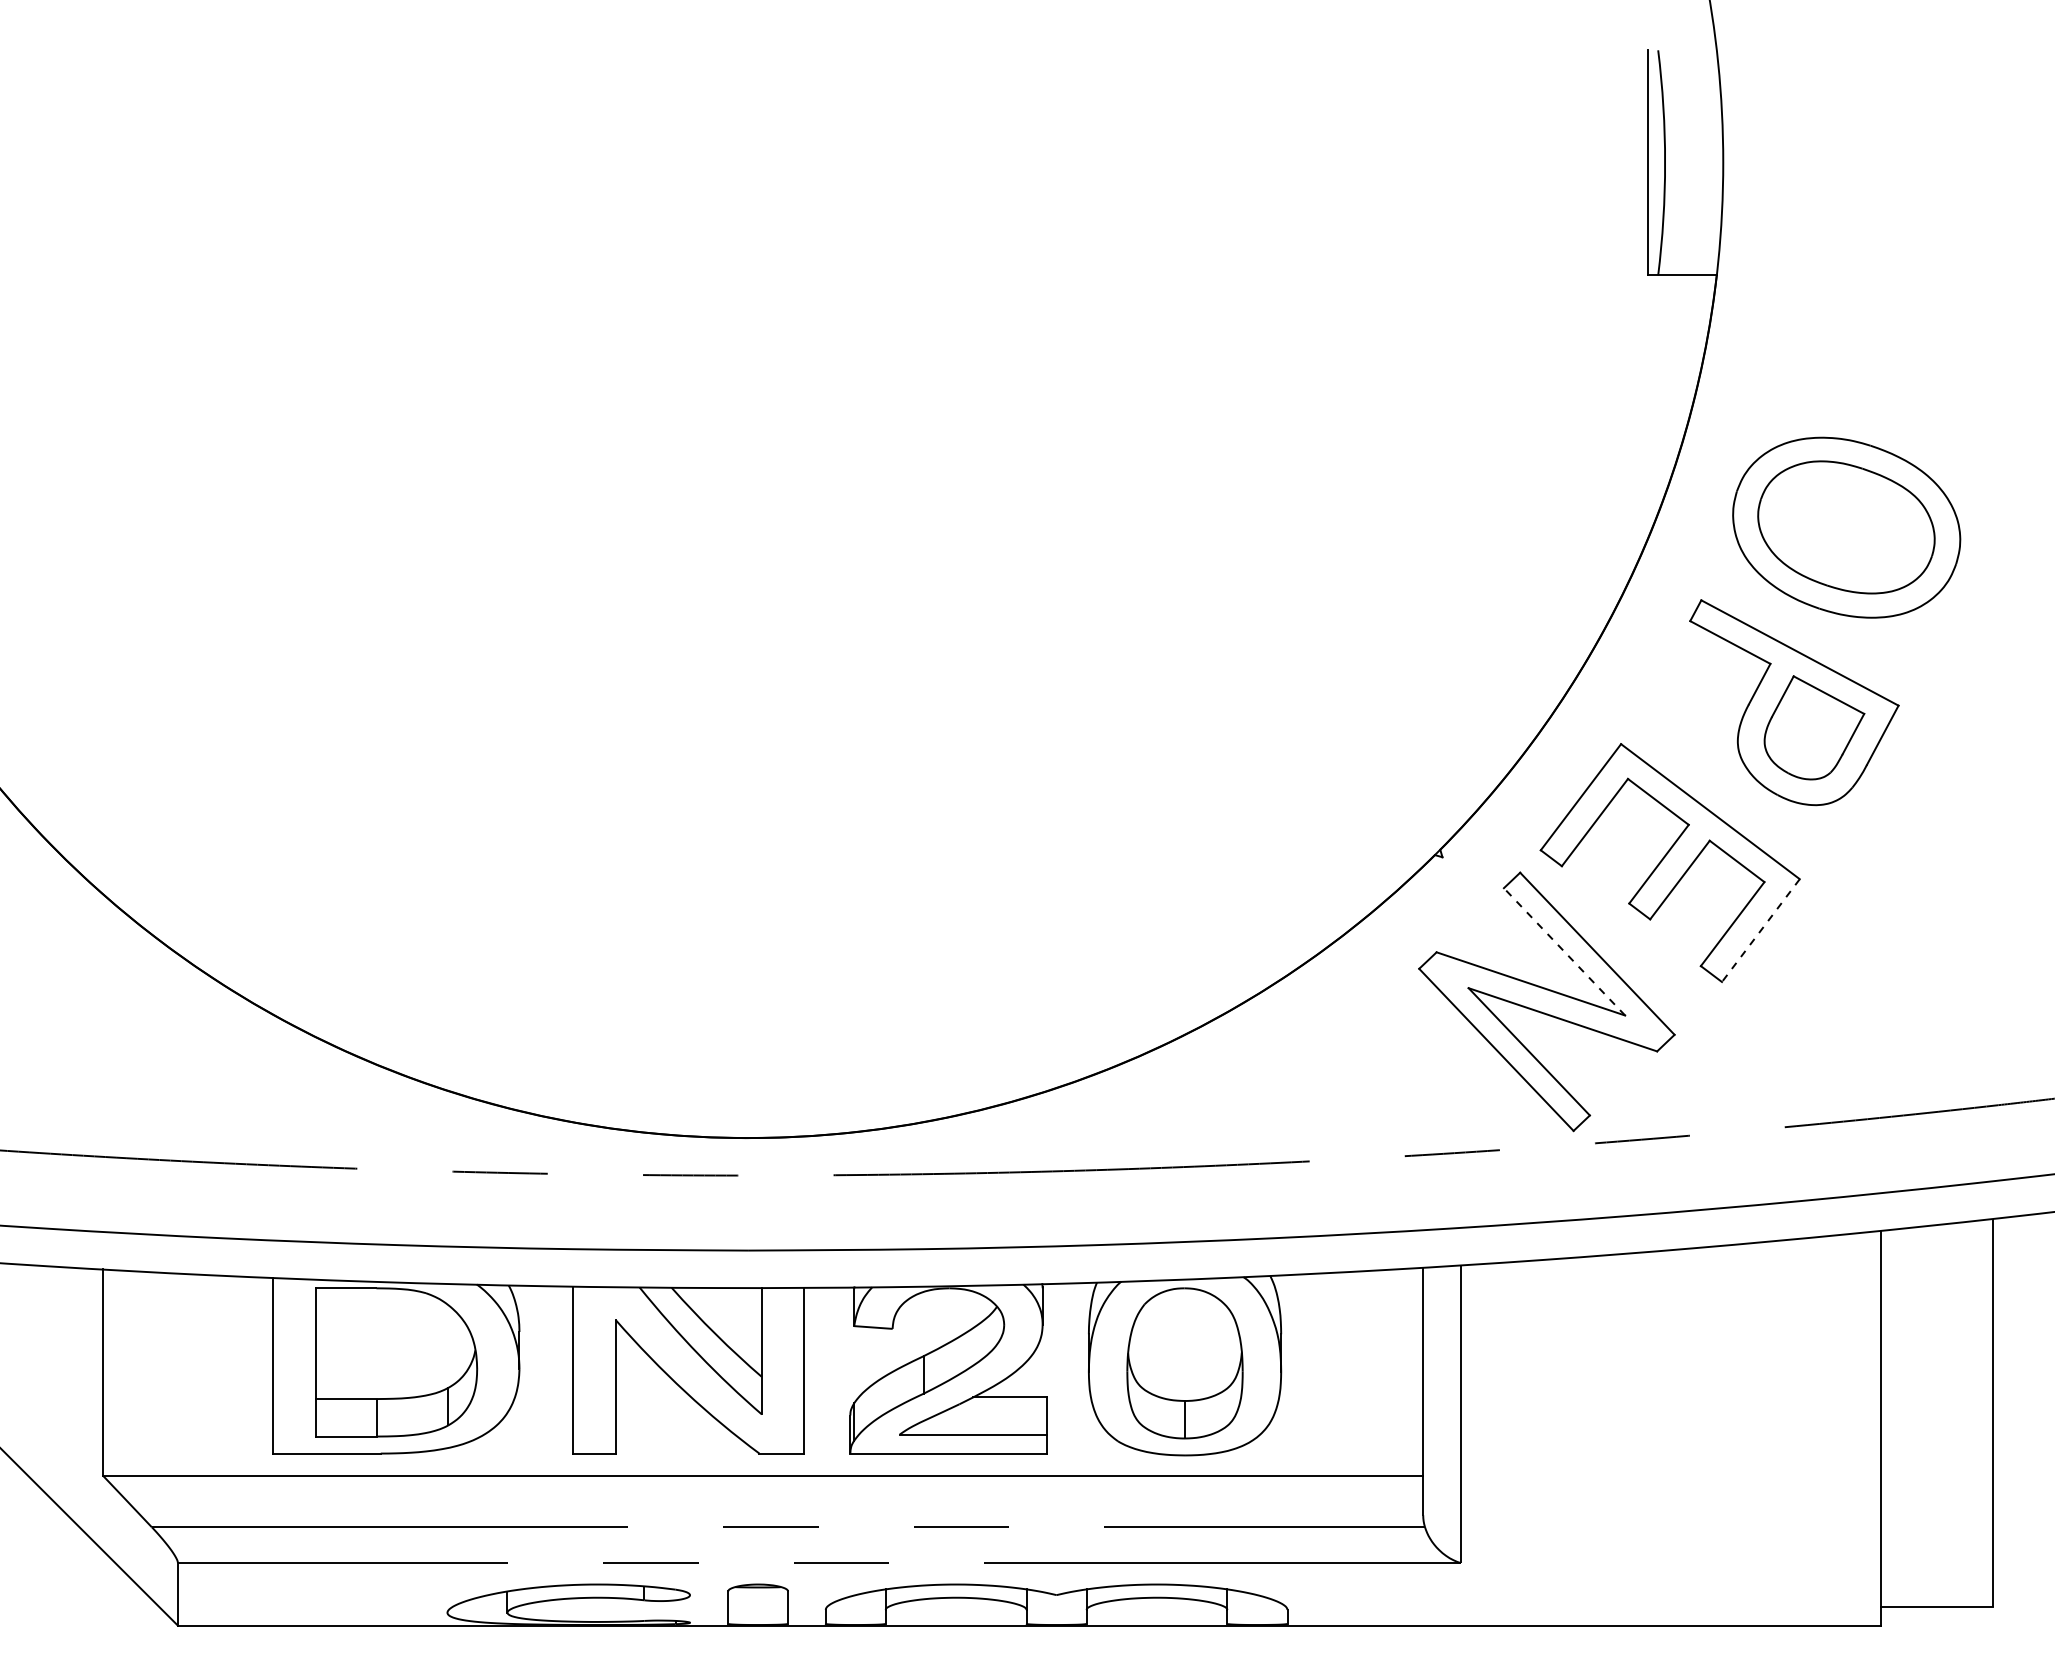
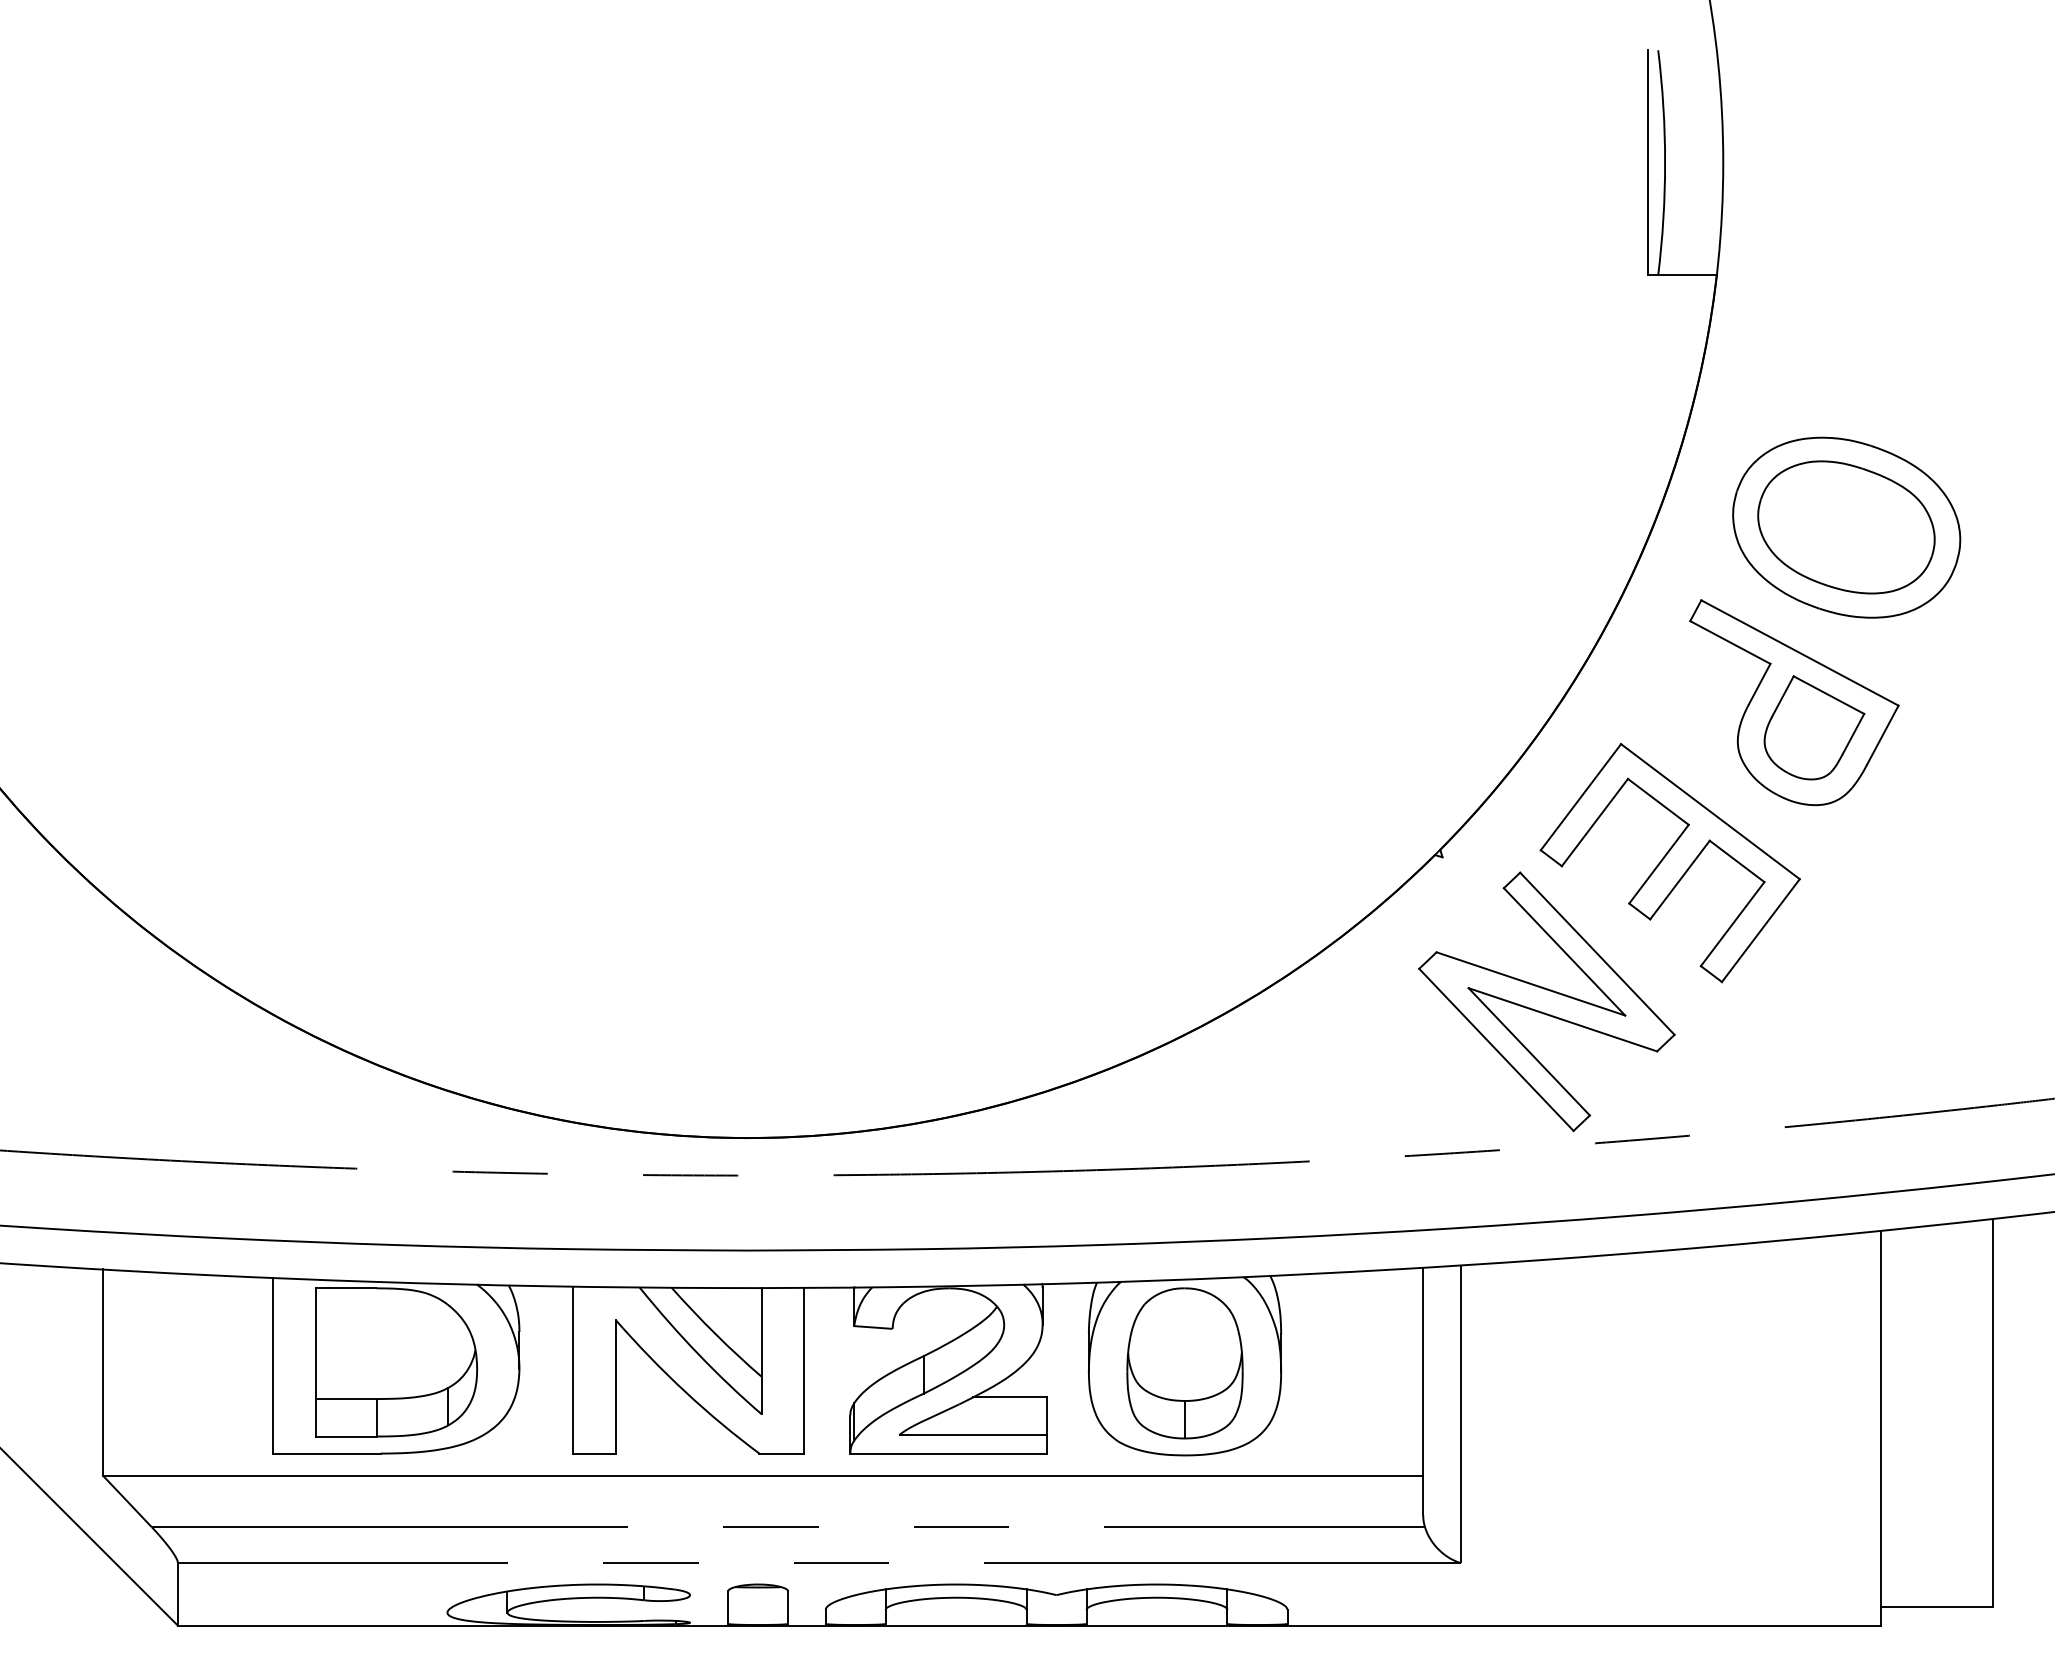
line at (1760, 931): dashed -> solid
line at (1564, 951): dashed -> solid
